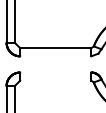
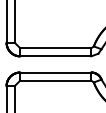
line at (55, 56): none -> present
line at (55, 72): none -> present
line at (55, 80): none -> present
